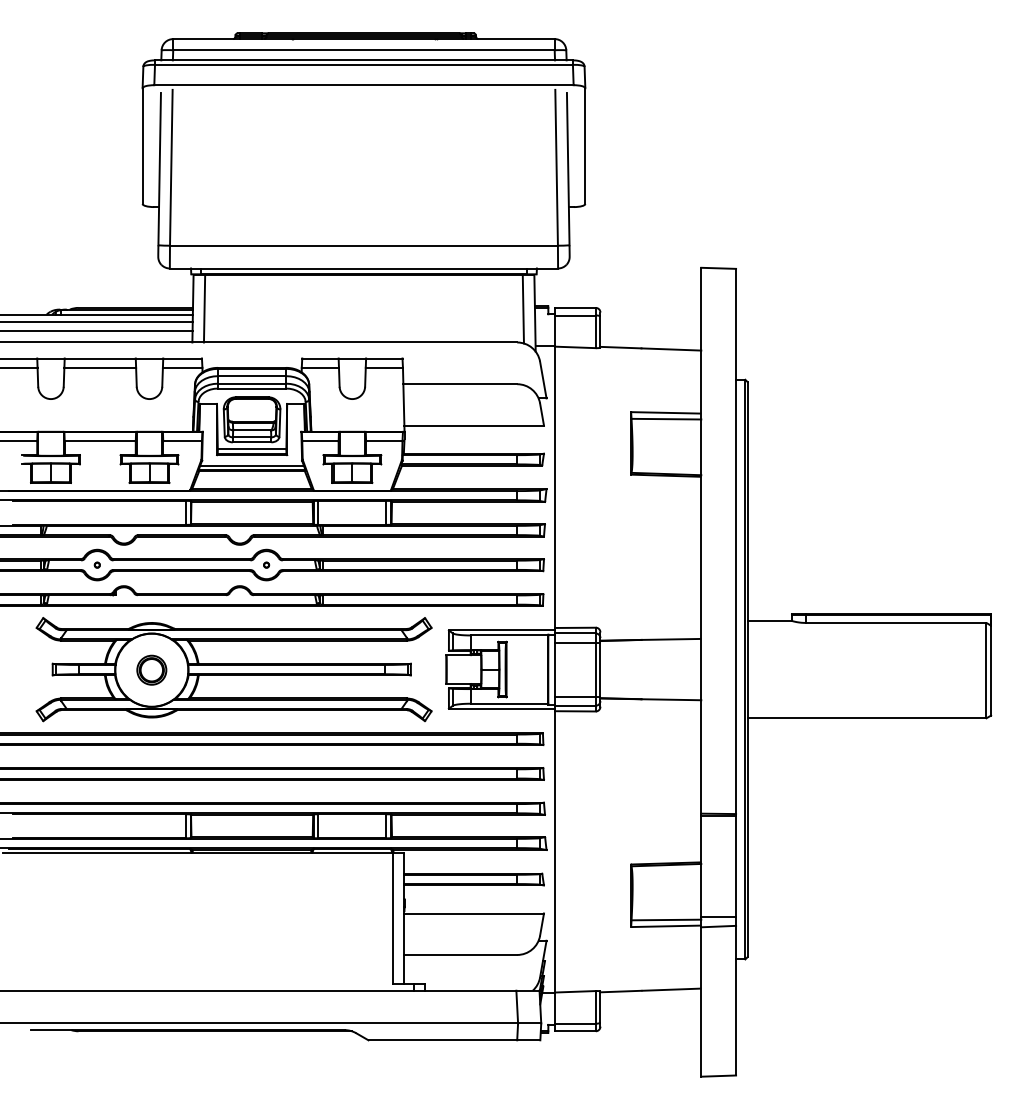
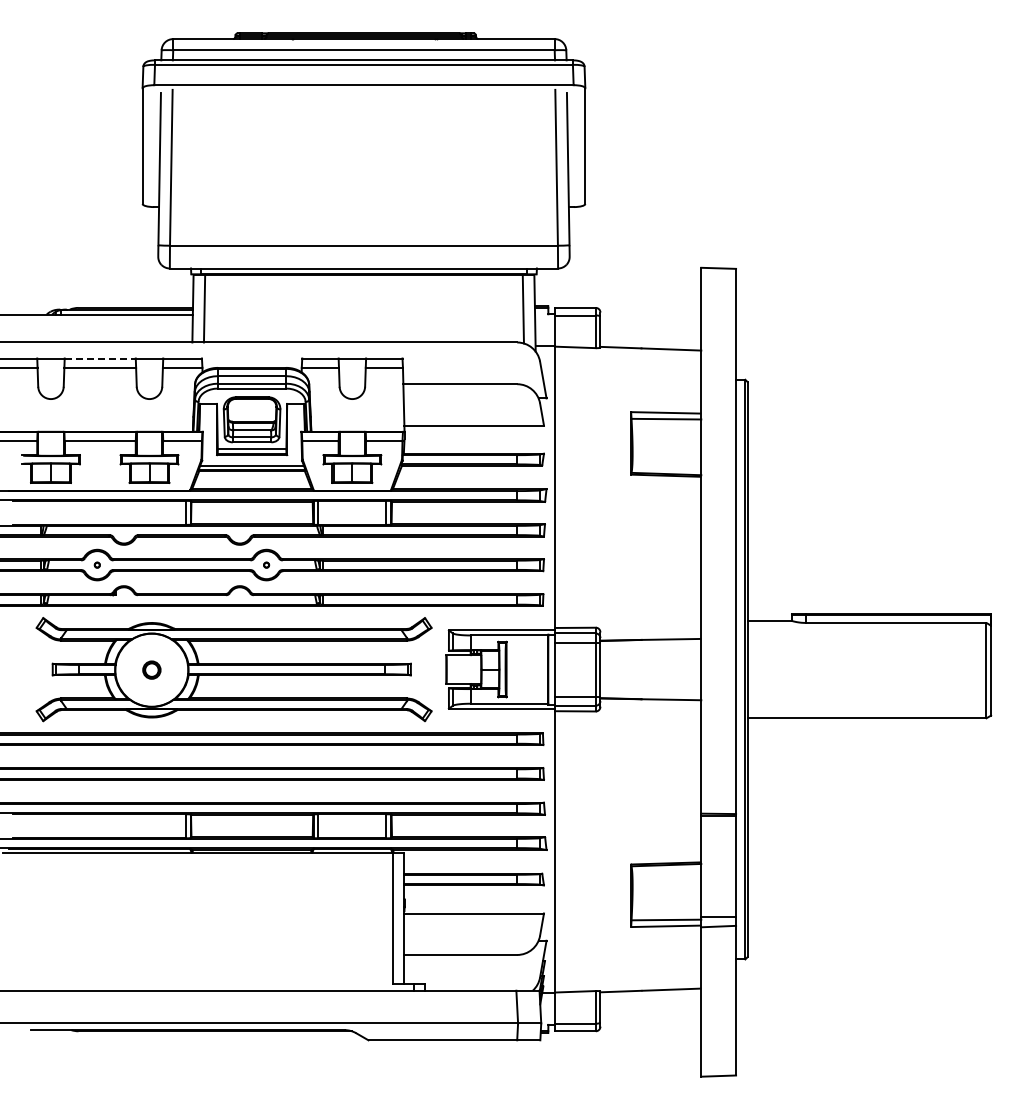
line at (97, 321): present -> none
line at (97, 330): present -> none
line at (100, 358): solid -> dashed
part at (151, 669) size: 32x32 px -> 20x20 px
